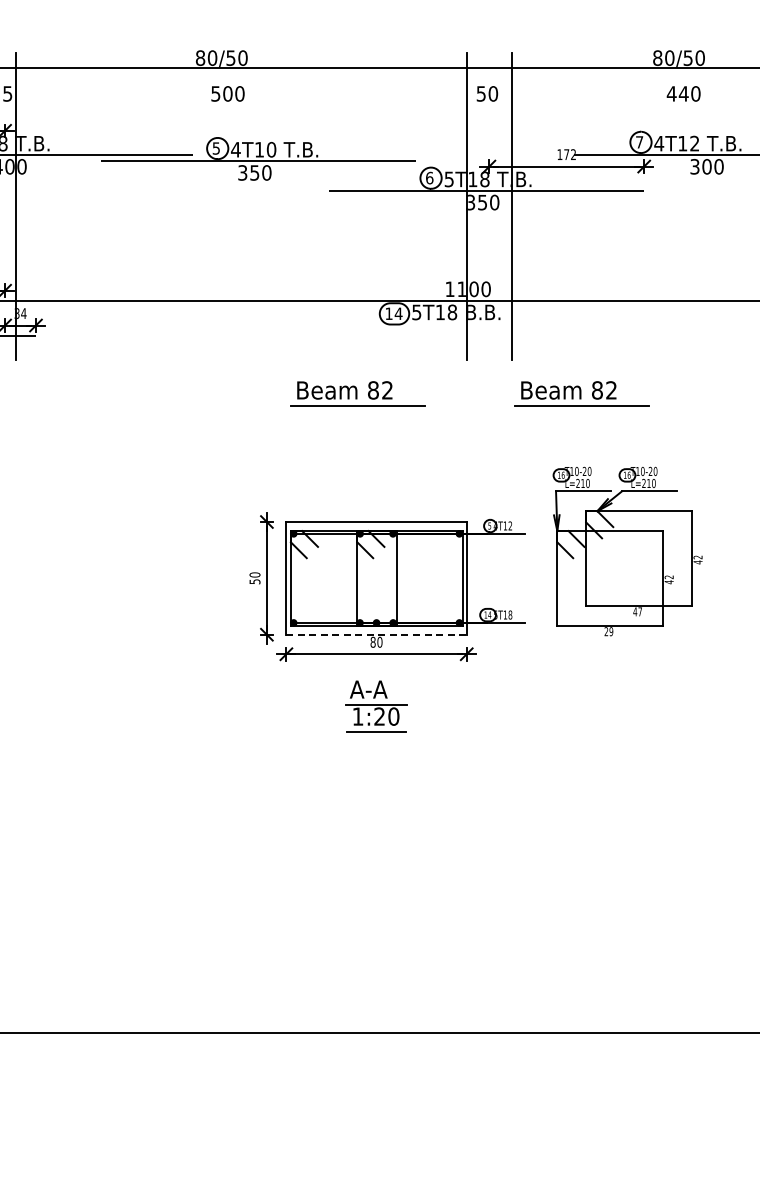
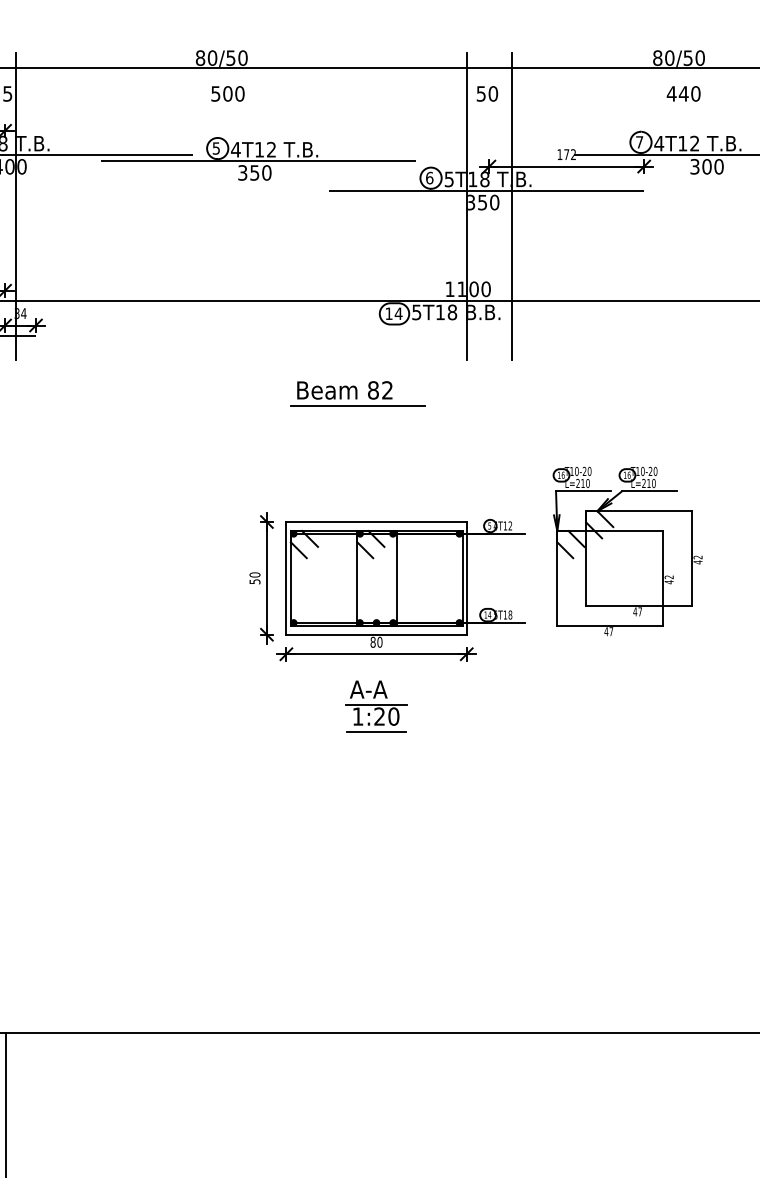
text at (271, 149): 4T10 -> 4T12
part at (581, 393): present -> none
text at (608, 631): 29 -> 47
line at (377, 634): dashed -> solid
line at (5, 1103): none -> present
